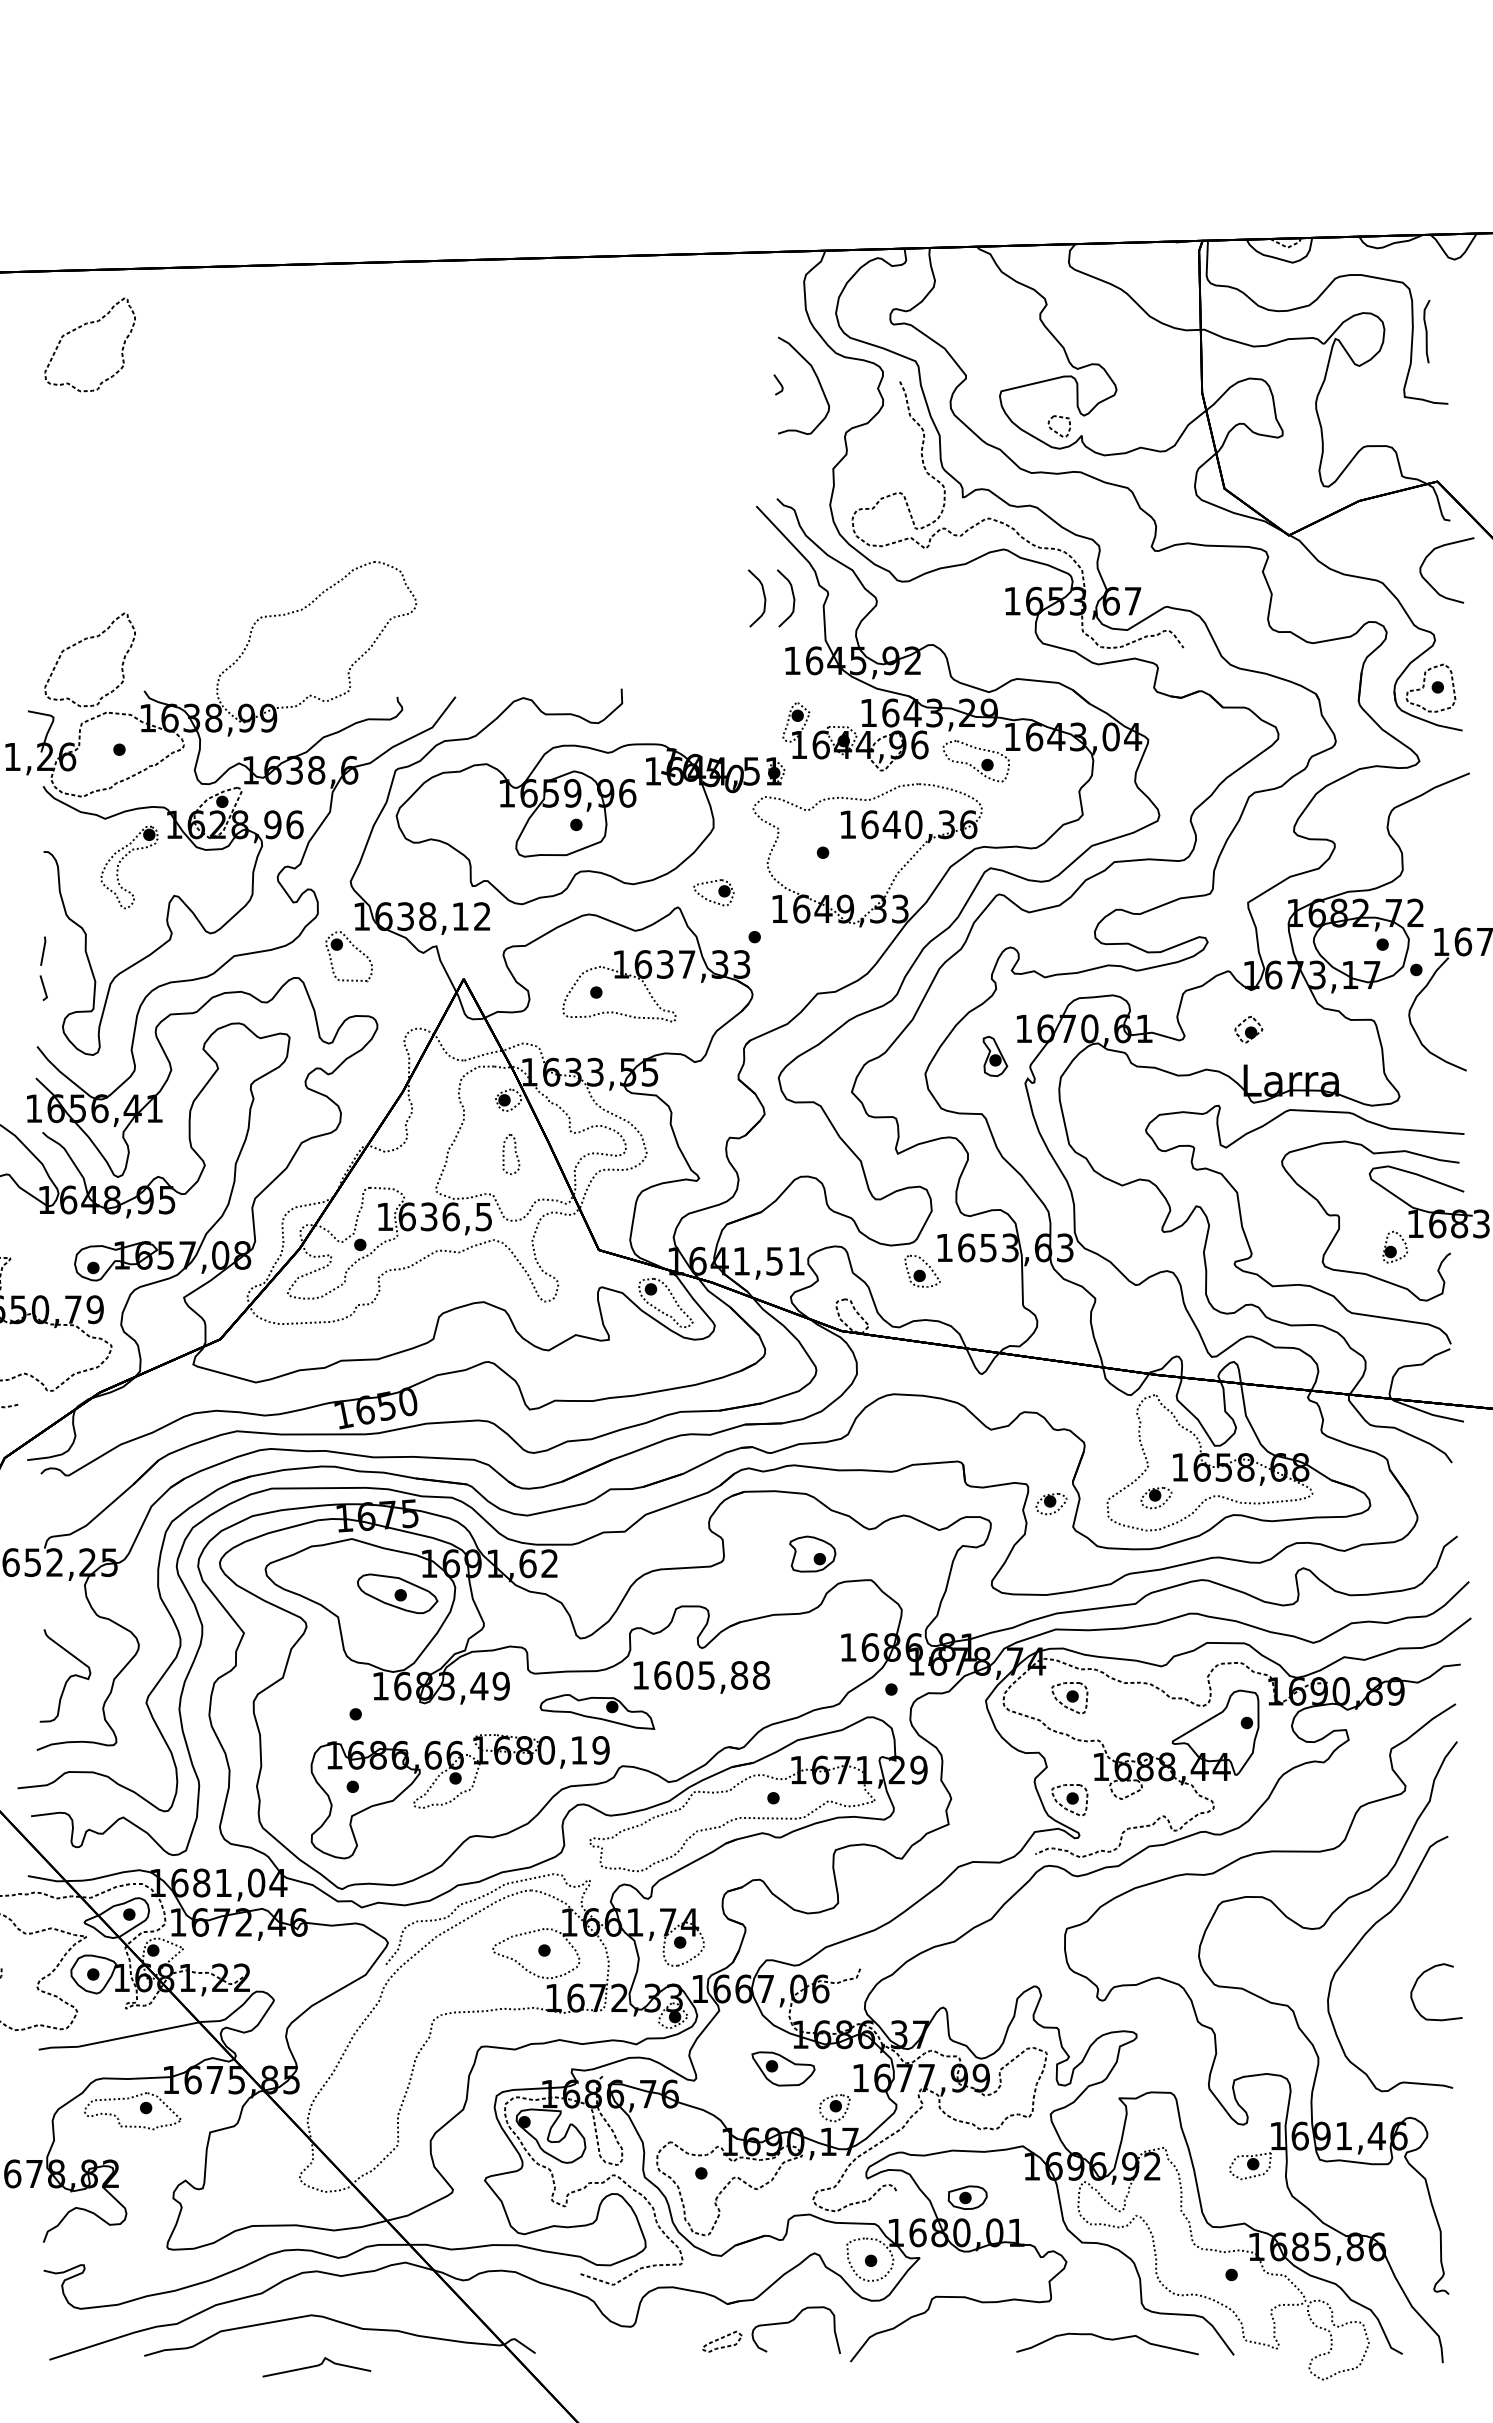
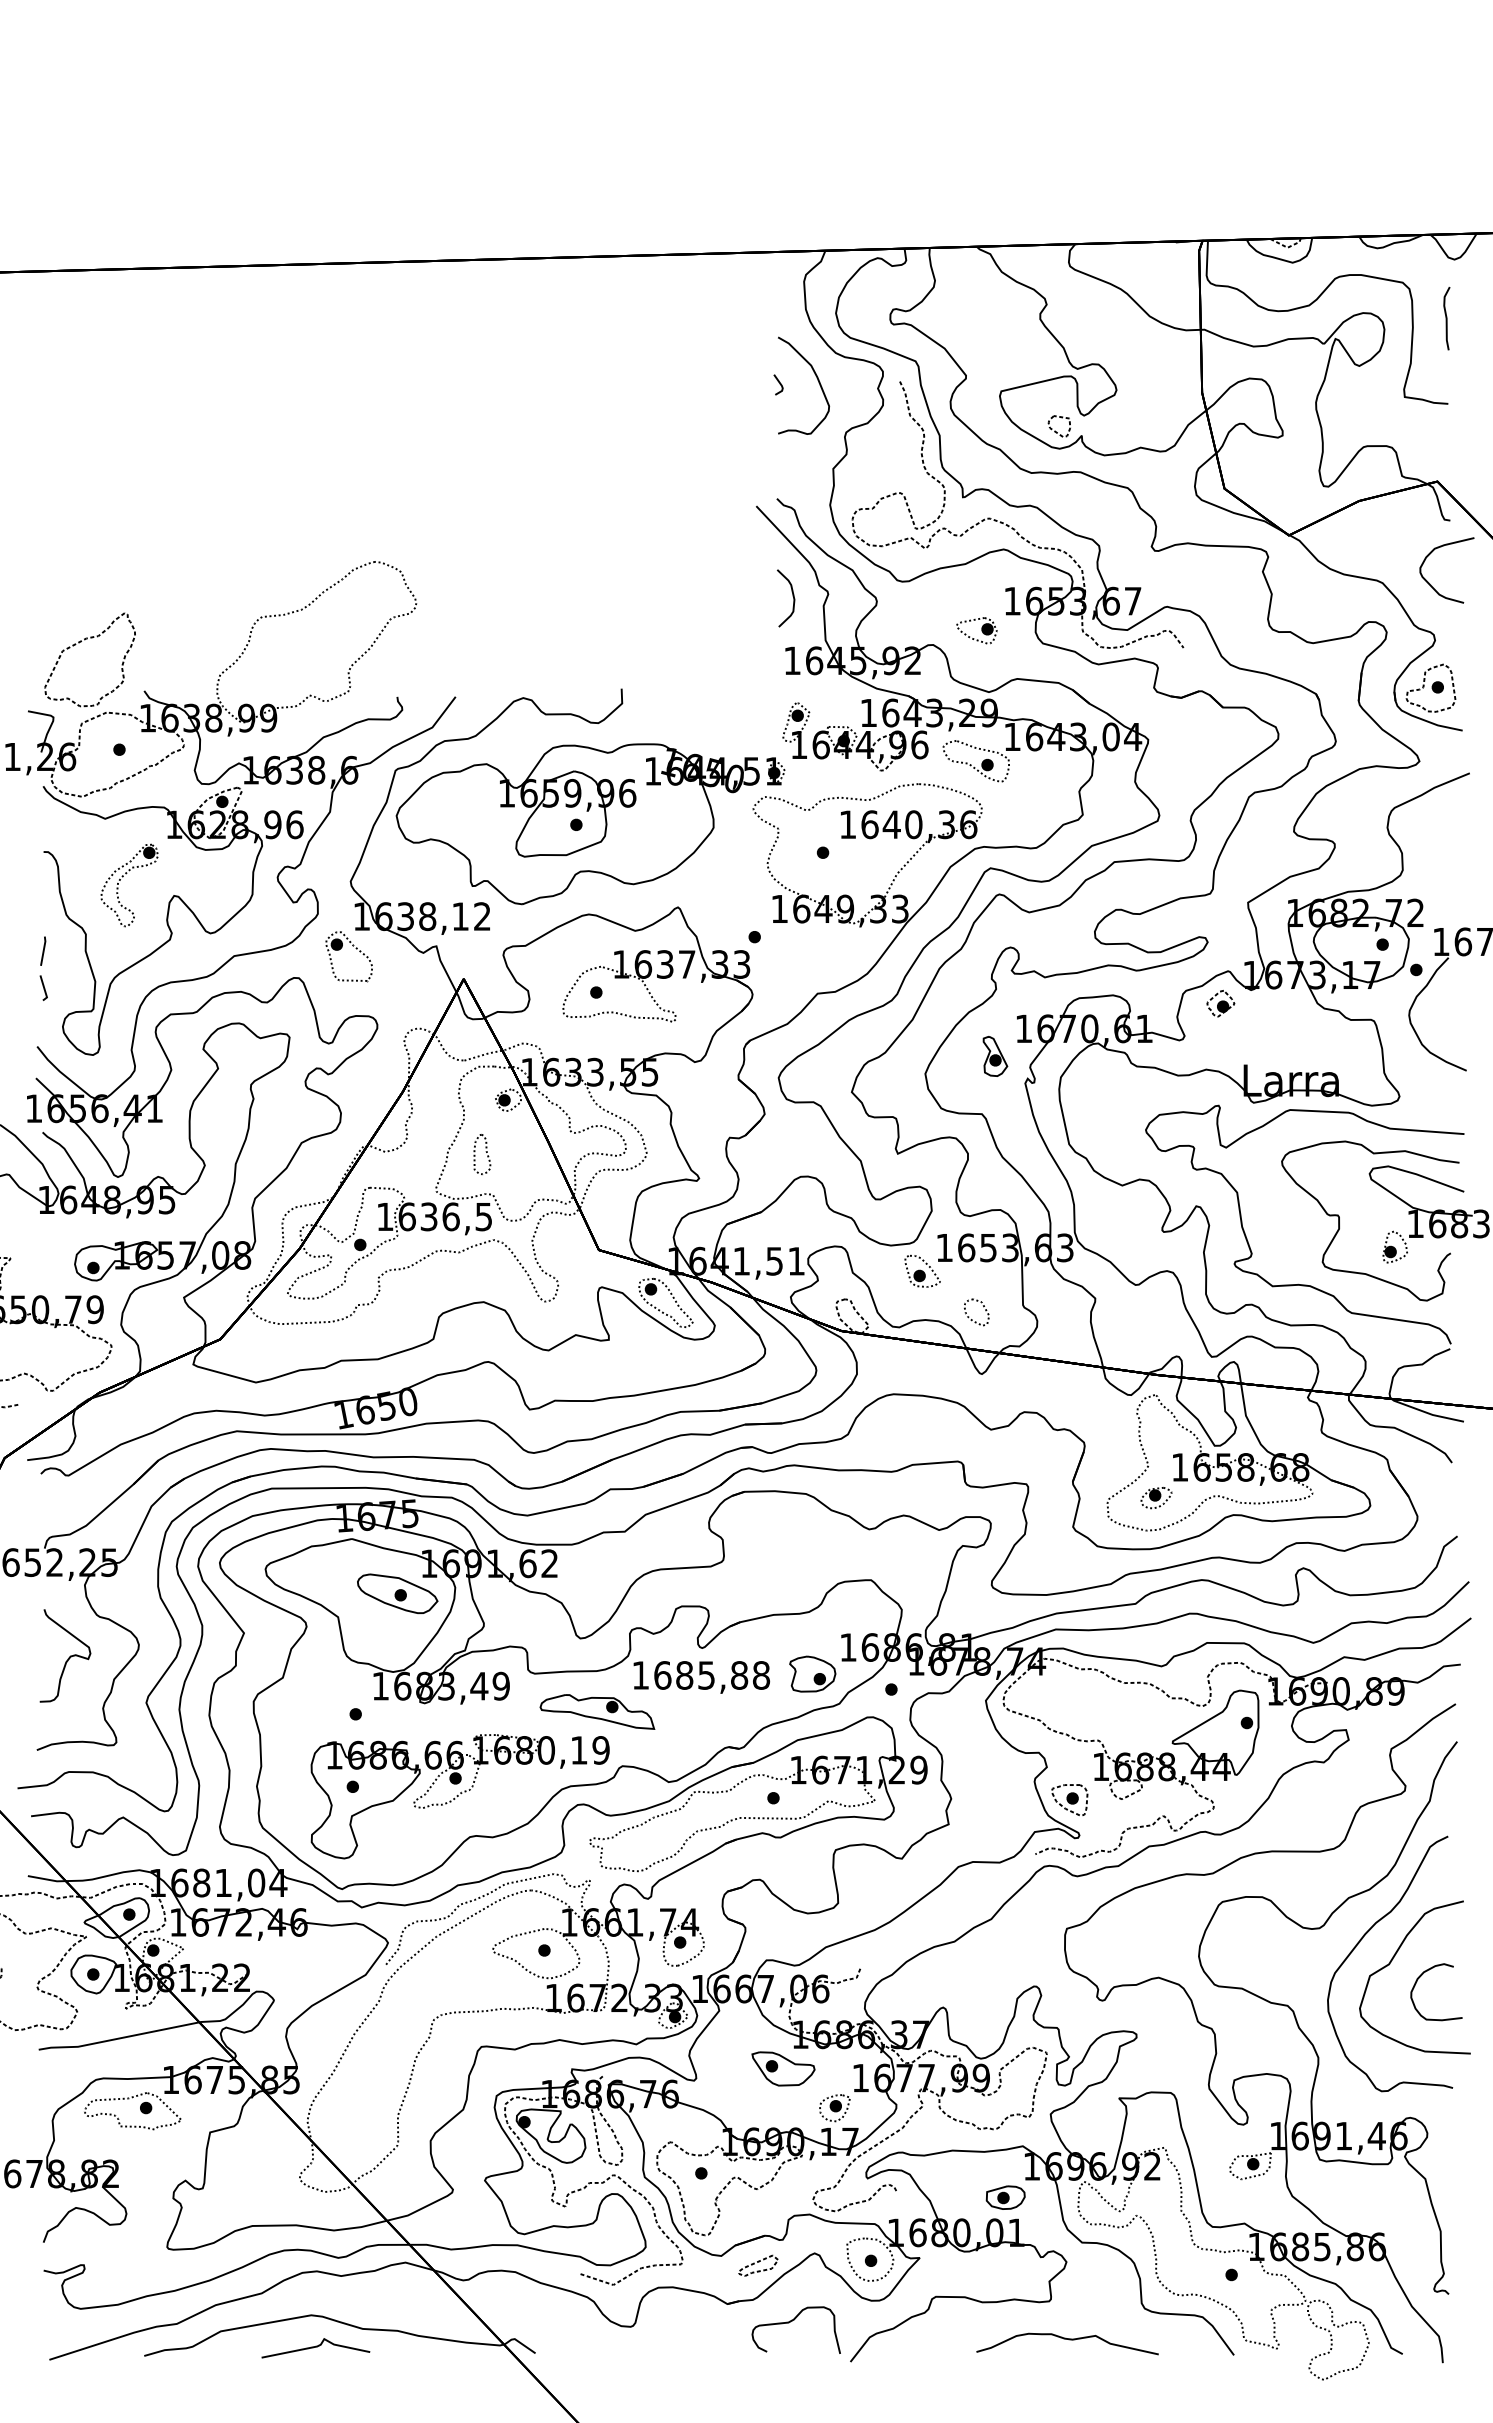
part at (81, 327): present -> none
curve at (1426, 331) position: (1426, 331) -> (1446, 318)
curve at (763, 596): present -> none
part at (120, 862) position: (120, 862) -> (120, 880)
part at (713, 892) position: (713, 892) -> (976, 630)
part at (1248, 1029) position: (1248, 1029) -> (1220, 1003)
part at (511, 1154) position: (511, 1154) -> (482, 1154)
part at (969, 1316): none -> present
part at (1051, 1504): present -> none
part at (812, 1553) position: (812, 1553) -> (812, 1673)
text at (684, 1675): 1605,88 -> 1685,88
curve at (68, 1677) position: (68, 1677) -> (68, 1657)
part at (1069, 1697): present -> none
curve at (1390, 1964): none -> present
part at (967, 2197) position: (967, 2197) -> (1005, 2197)
curve at (1109, 2340) position: (1109, 2340) -> (1069, 2340)
part at (722, 2341) position: (722, 2341) -> (758, 2265)
curve at (316, 2366) position: (316, 2366) -> (315, 2347)
